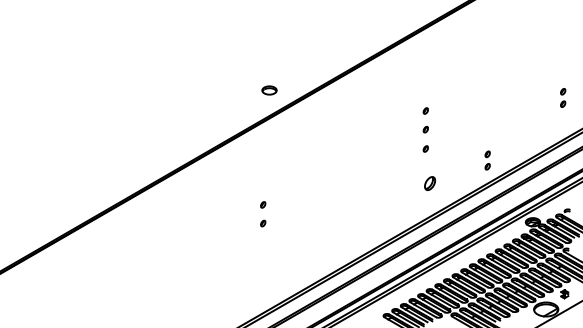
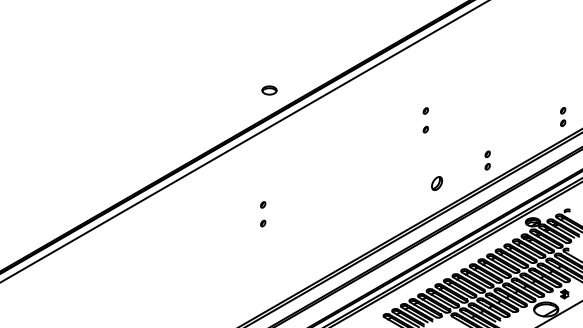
part at (563, 97) position: (563, 97) -> (563, 116)
line at (244, 141): none -> present
part at (425, 148): present -> none
part at (429, 183) position: (429, 183) -> (436, 183)
